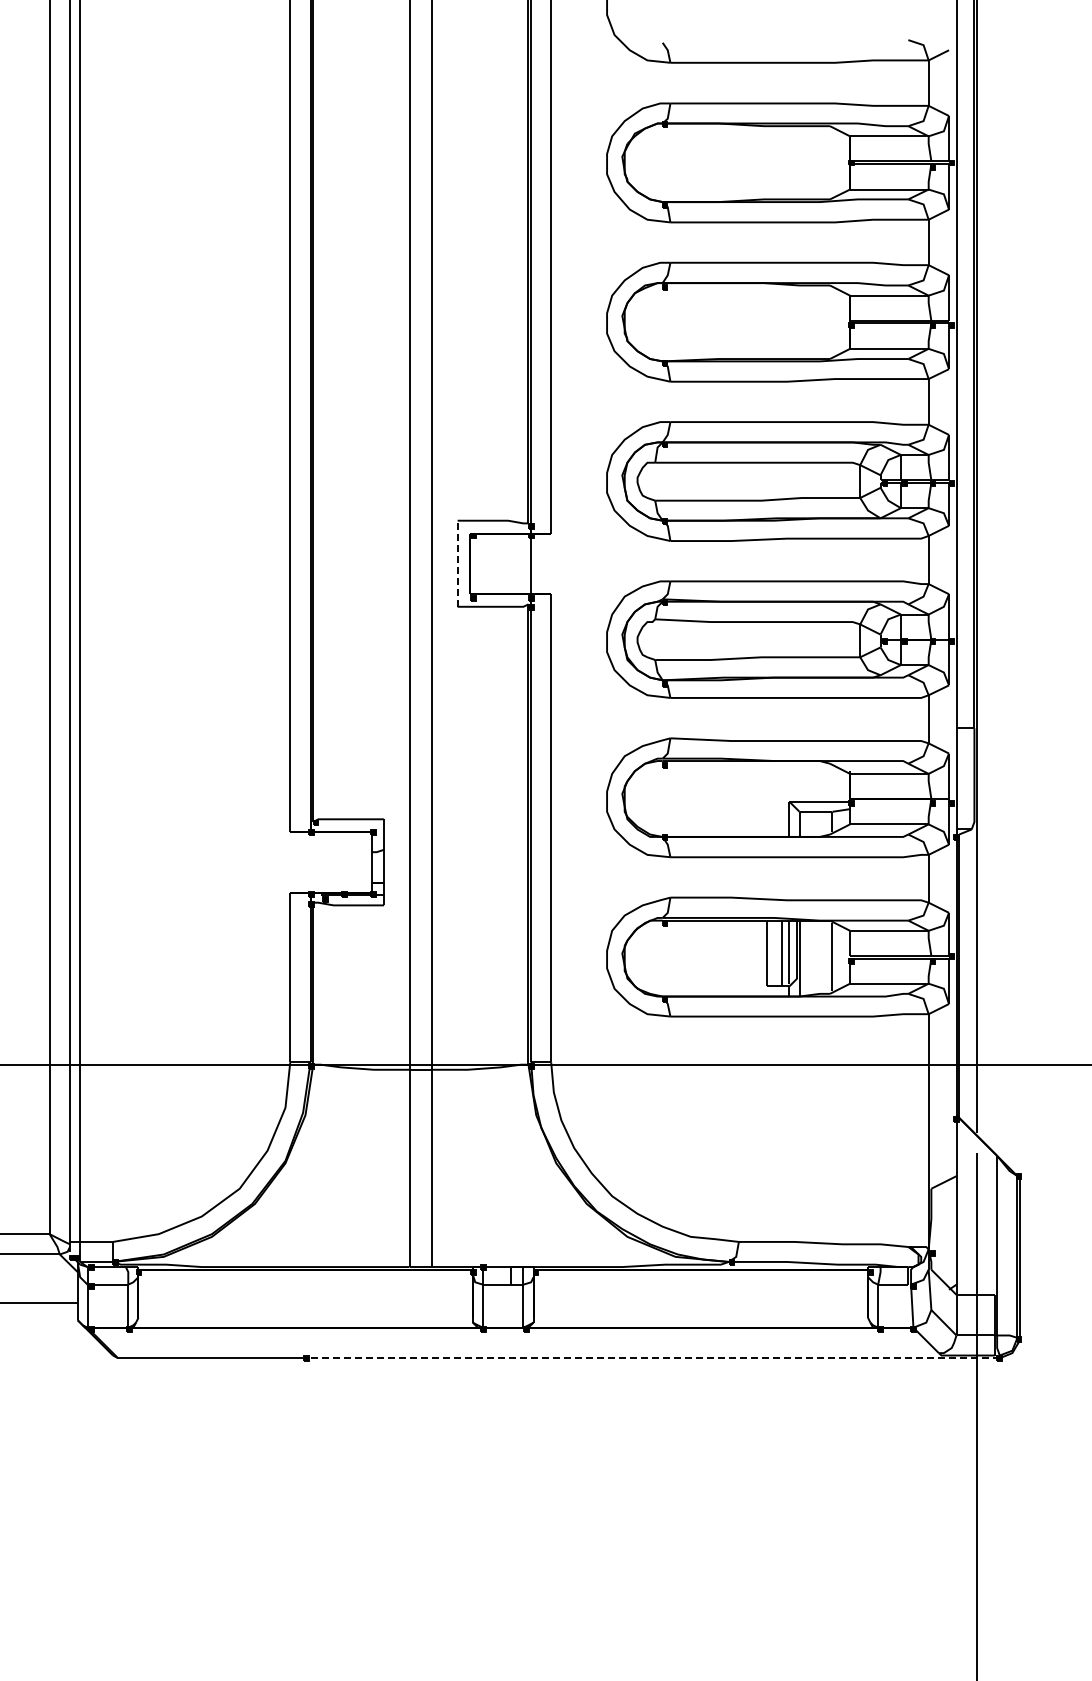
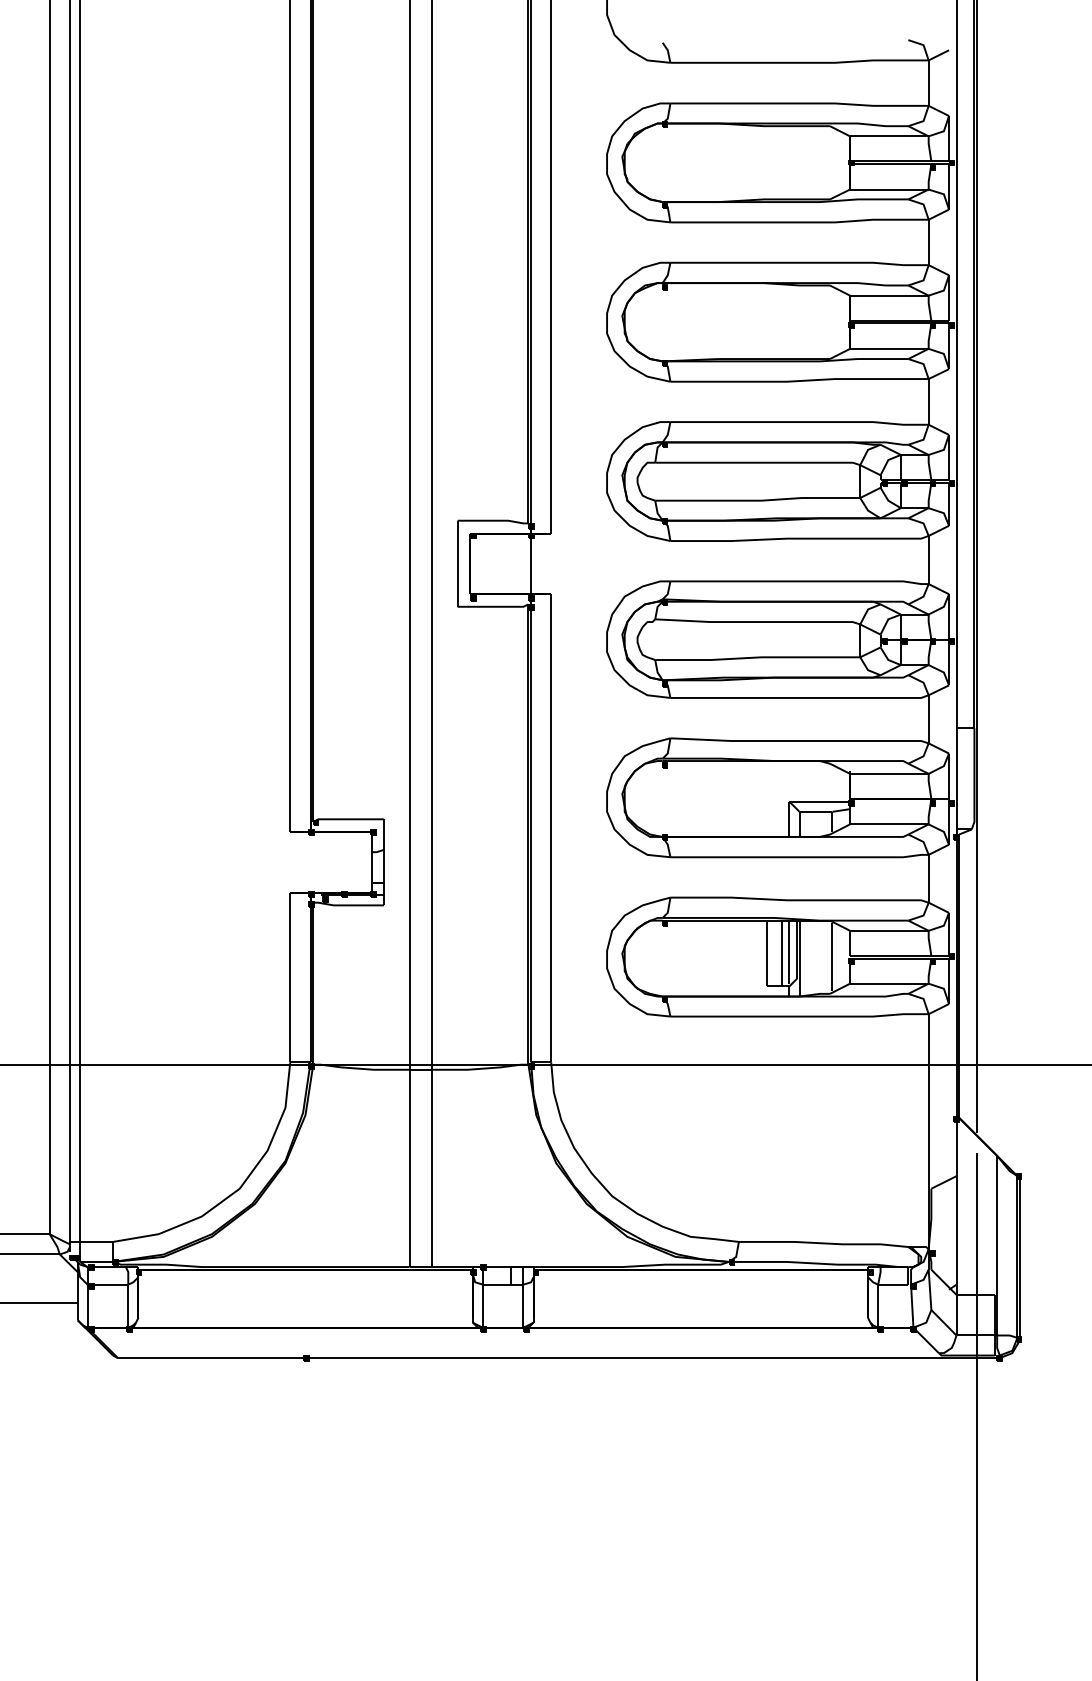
line at (457, 563): dashed -> solid
line at (652, 1358): dashed -> solid
